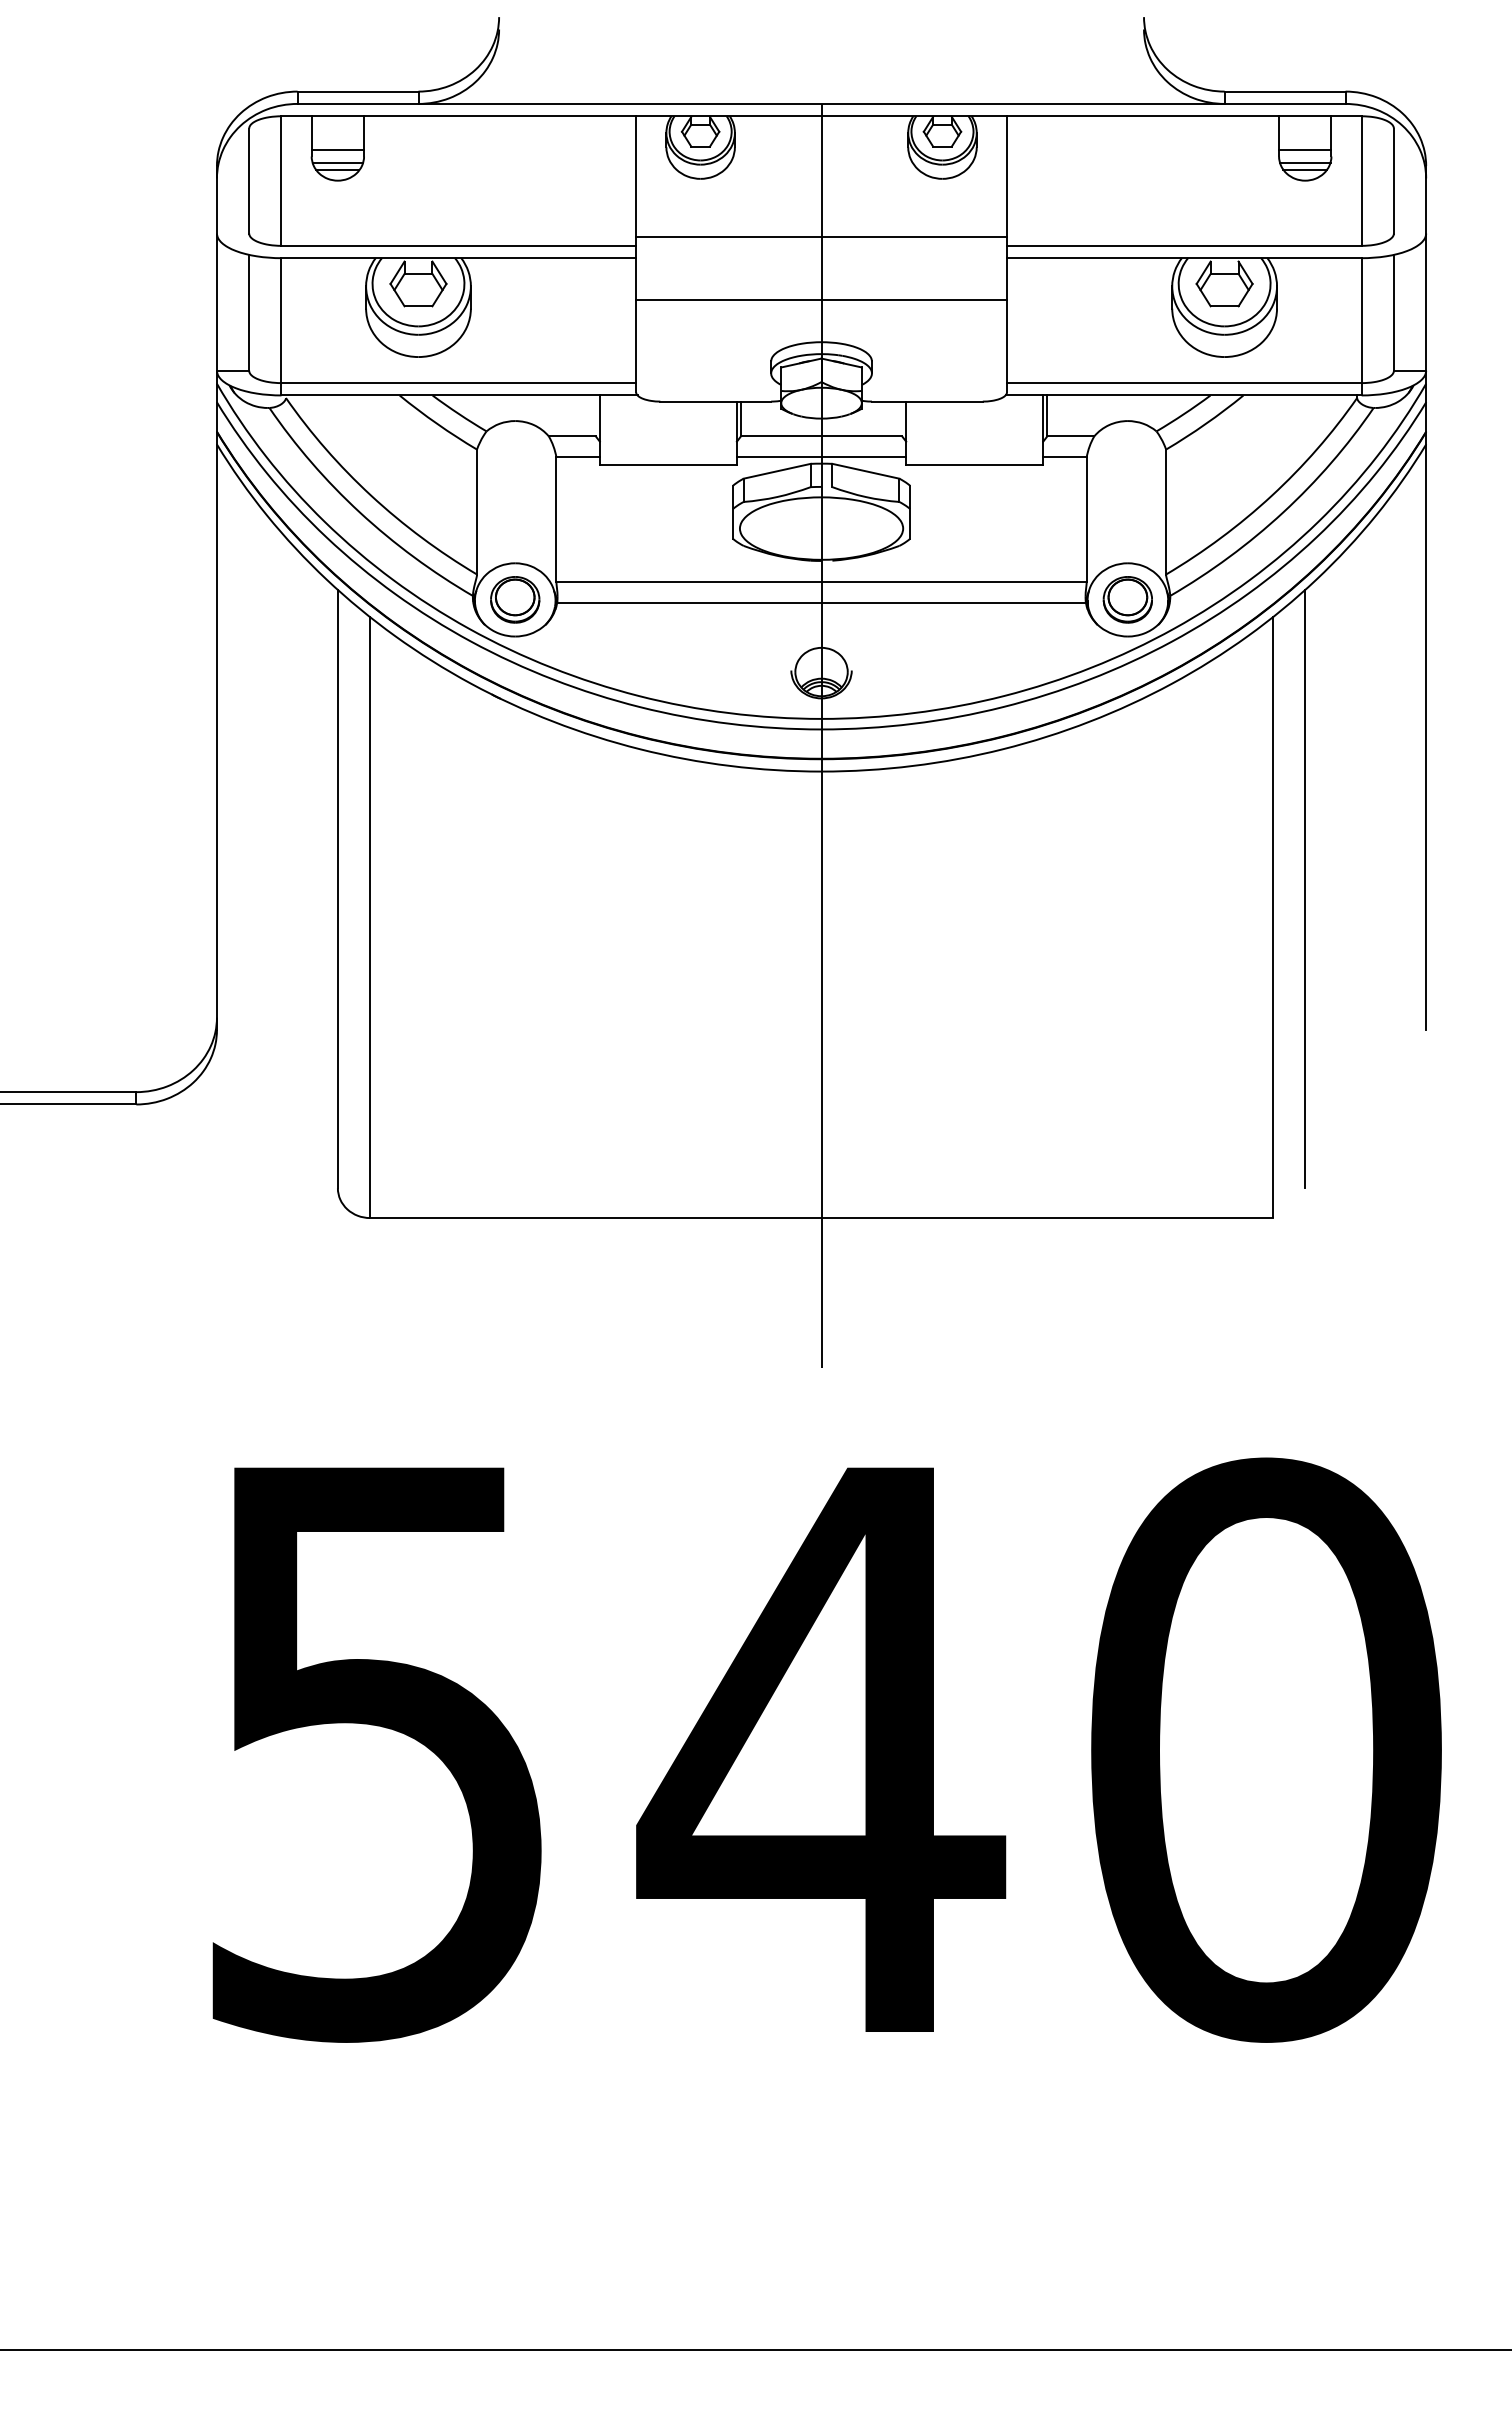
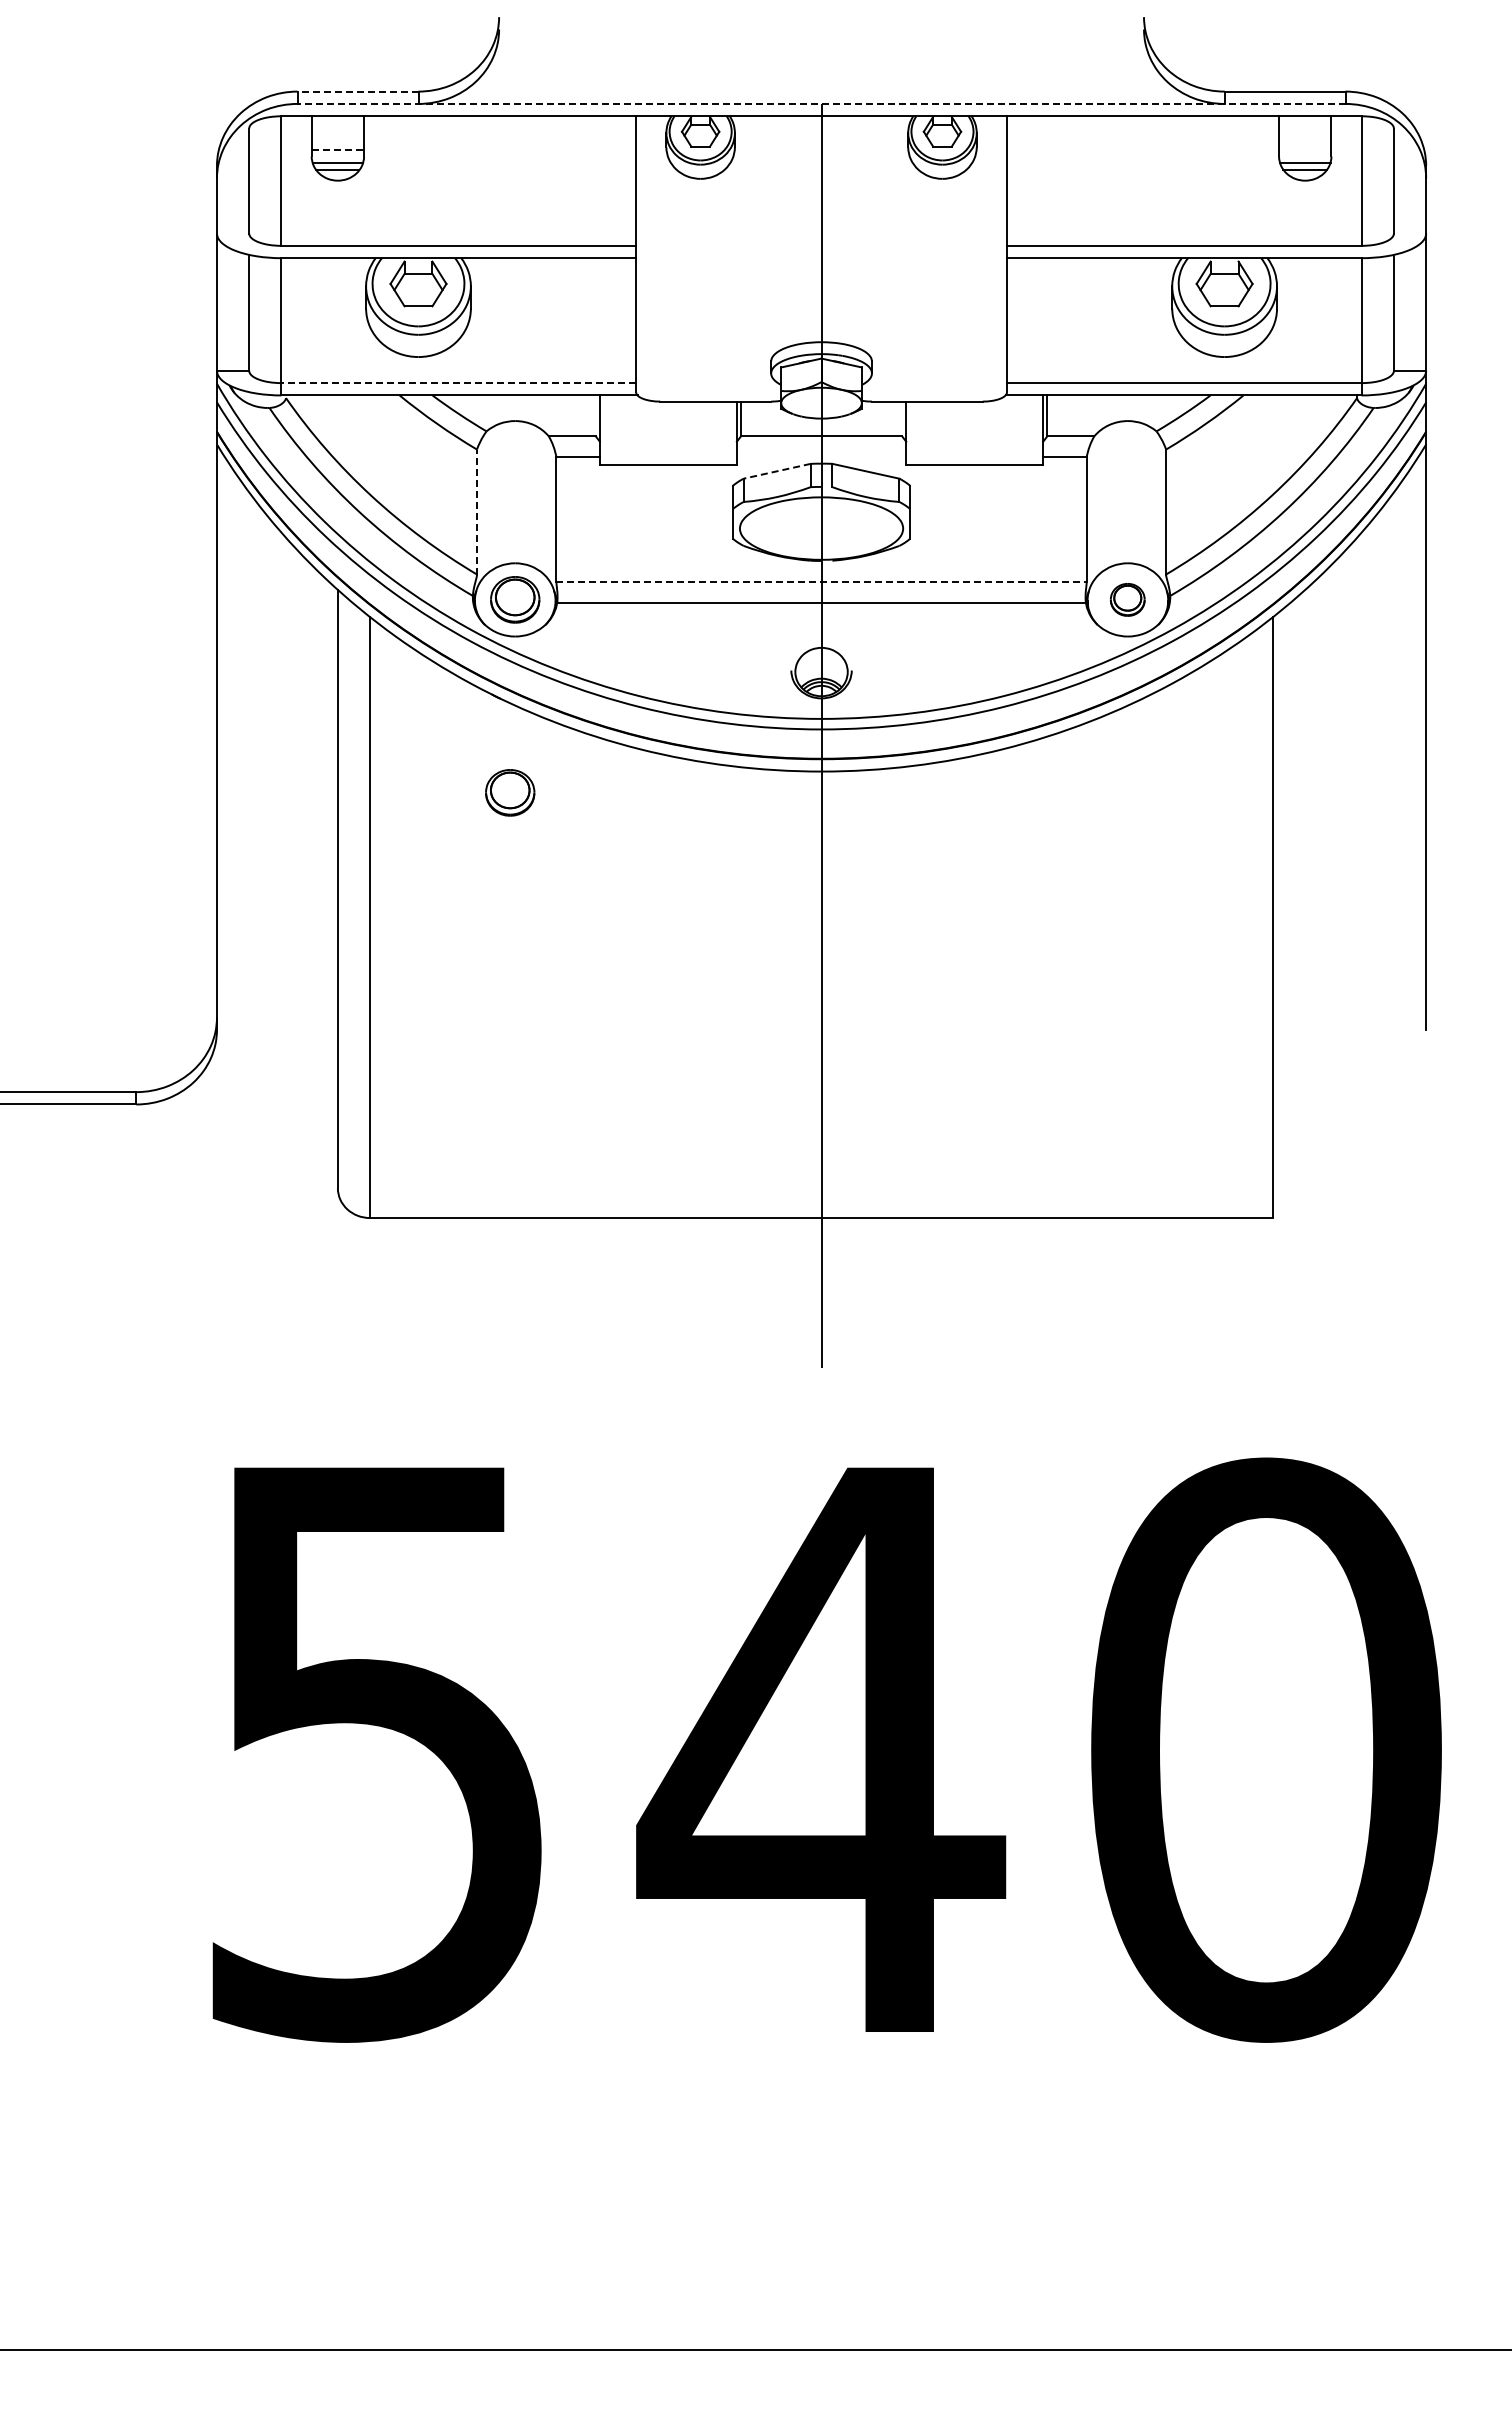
line at (357, 91): solid -> dashed
line at (821, 103): solid -> dashed
line at (338, 150): solid -> dashed
line at (1305, 150): present -> none
line at (821, 236): present -> none
line at (821, 299): present -> none
line at (458, 383): solid -> dashed
line at (821, 457): present -> none
line at (776, 471): solid -> dashed
line at (477, 511): solid -> dashed
line at (822, 582): solid -> dashed
part at (1127, 599) size: 51x48 px -> 36x34 px
part at (510, 792): none -> present
line at (1305, 888): present -> none
